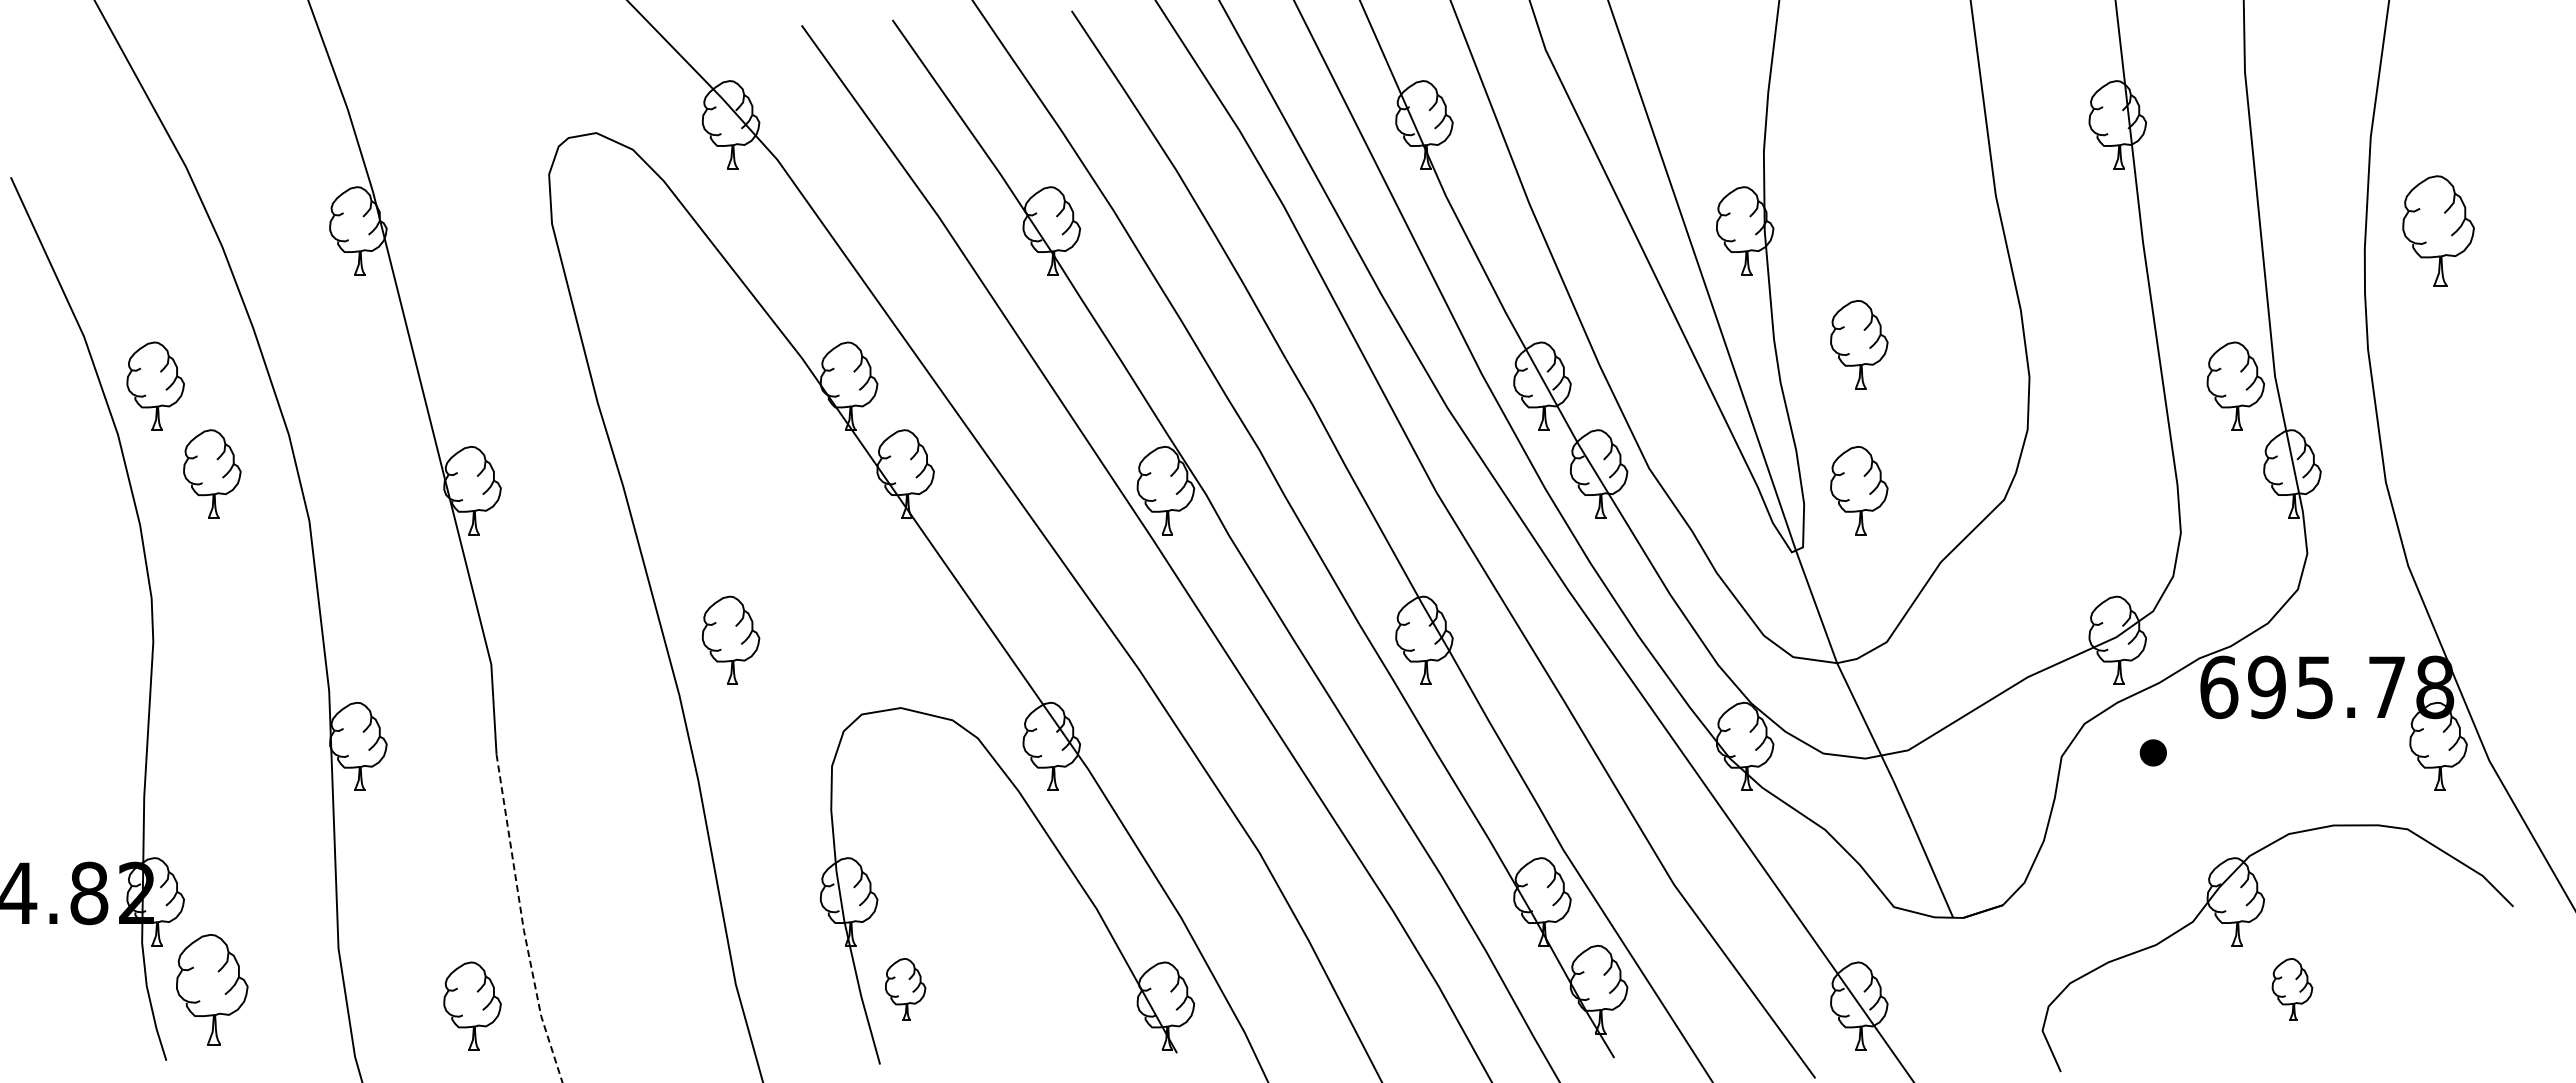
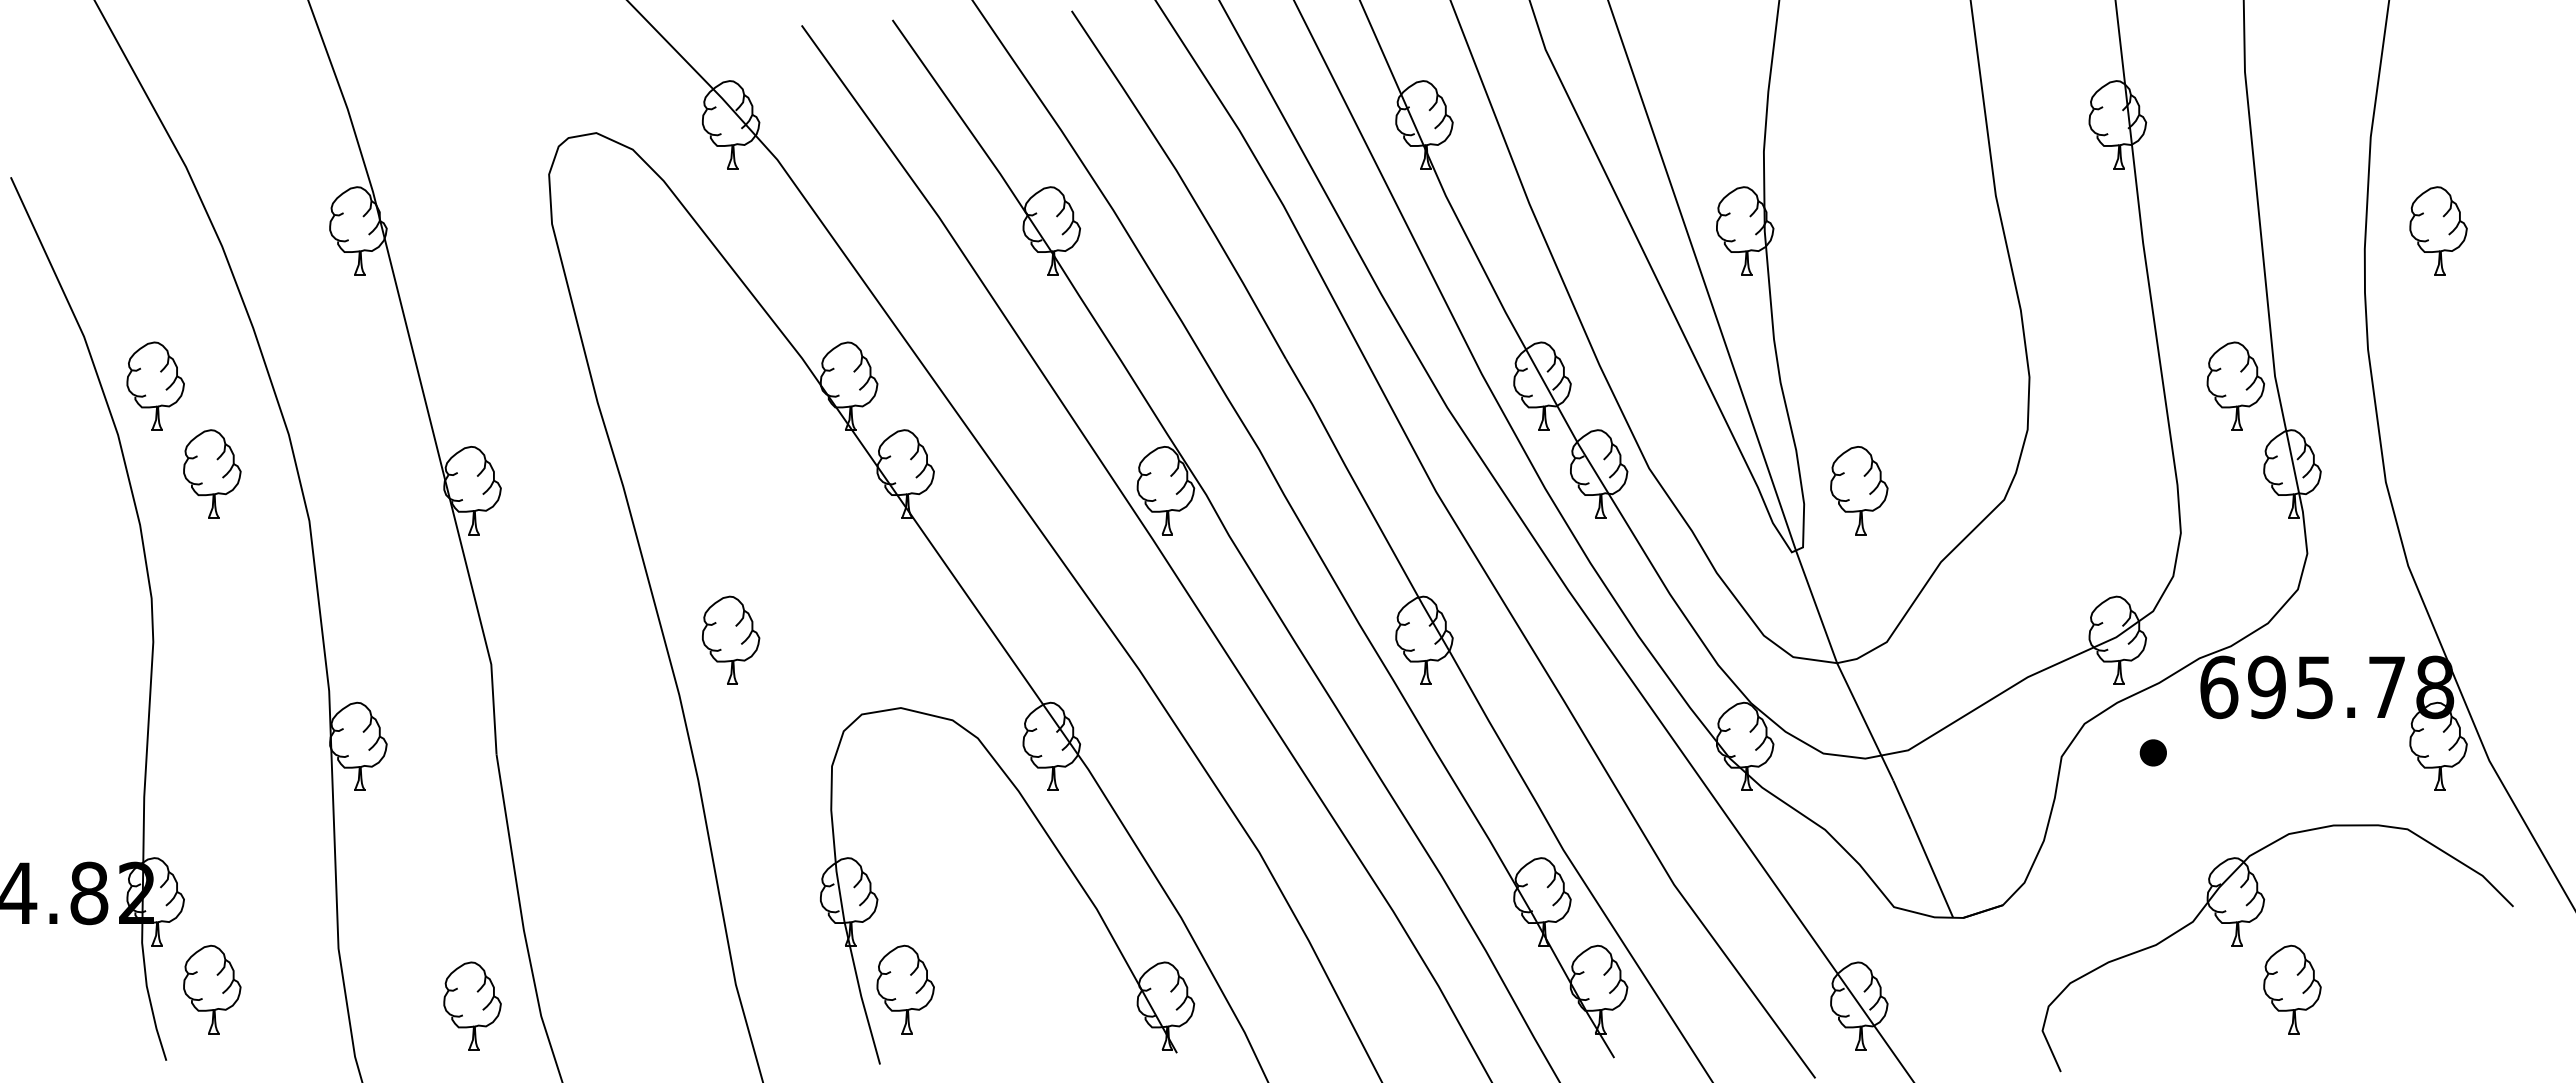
part at (2438, 230) size: 73x112 px -> 59x90 px
part at (1859, 344): present -> none
line at (522, 921): dashed -> solid
part at (212, 989) size: 73x112 px -> 59x91 px
part at (905, 989) size: 42x63 px -> 59x91 px
part at (2292, 989) size: 43x63 px -> 59x91 px
